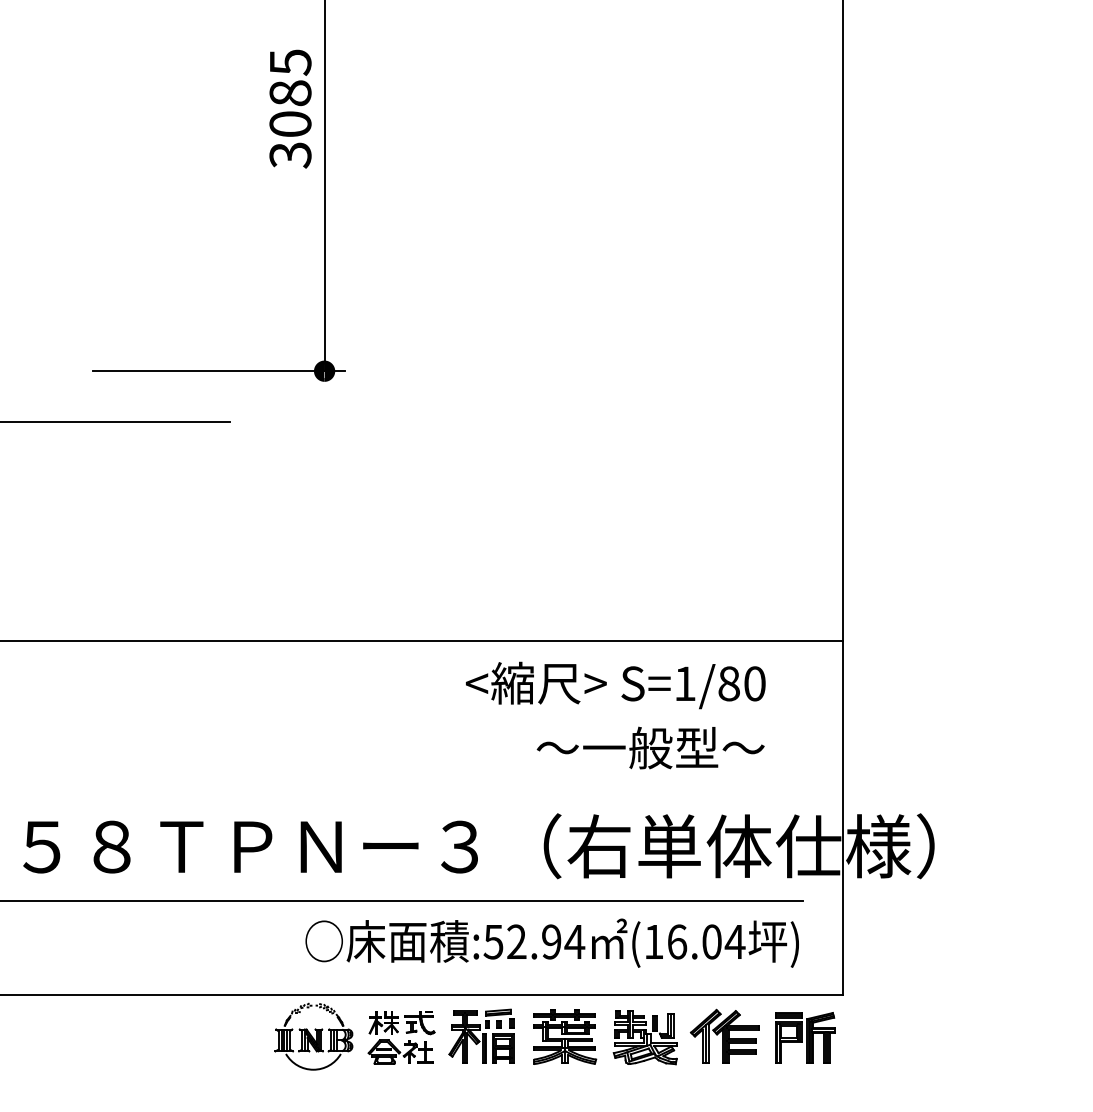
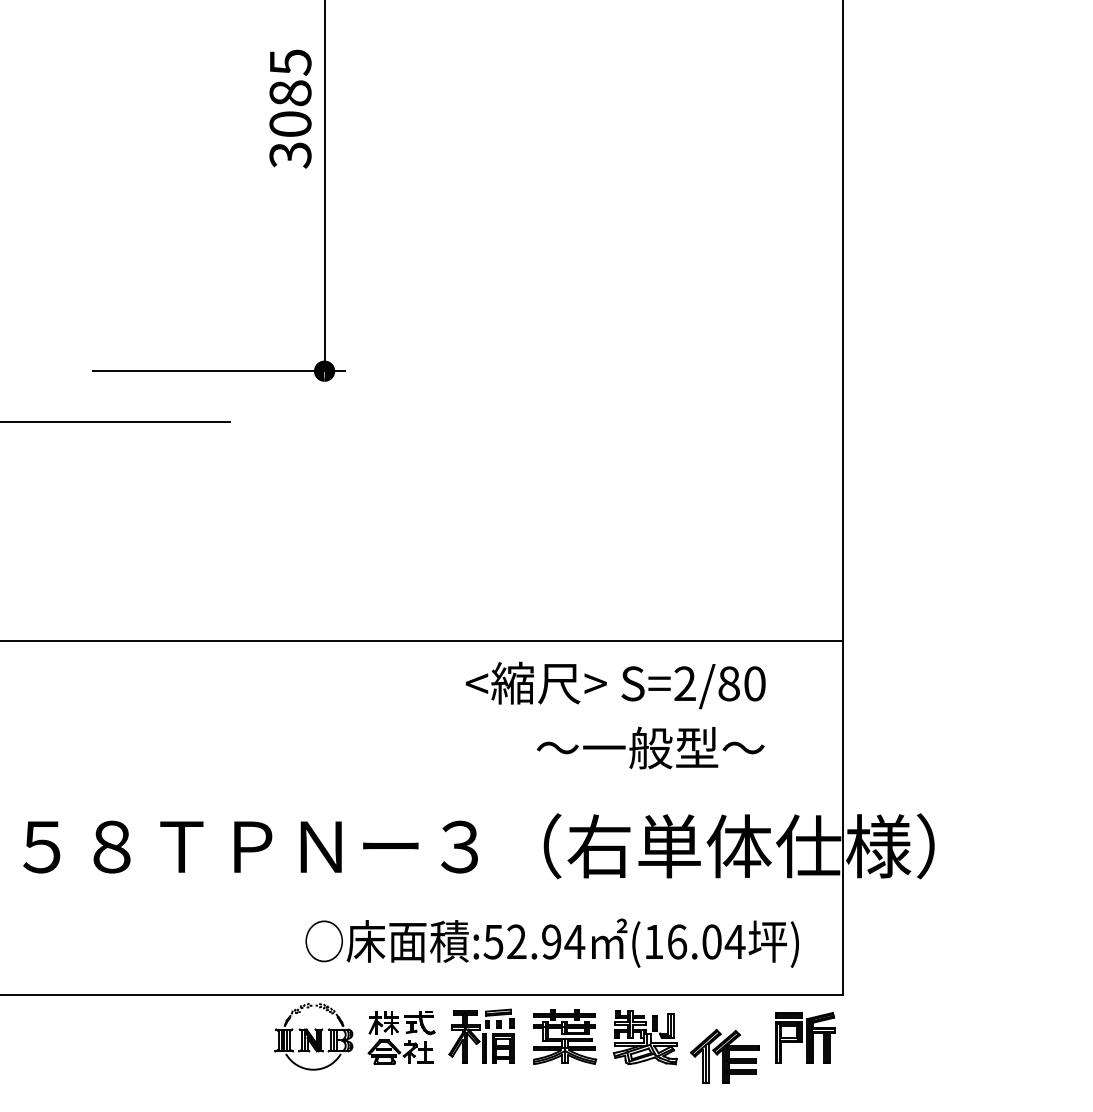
text at (684, 683): S=1/80 -> S=2/80
line at (402, 901): present -> none
part at (724, 1035) position: (724, 1035) -> (724, 1055)
